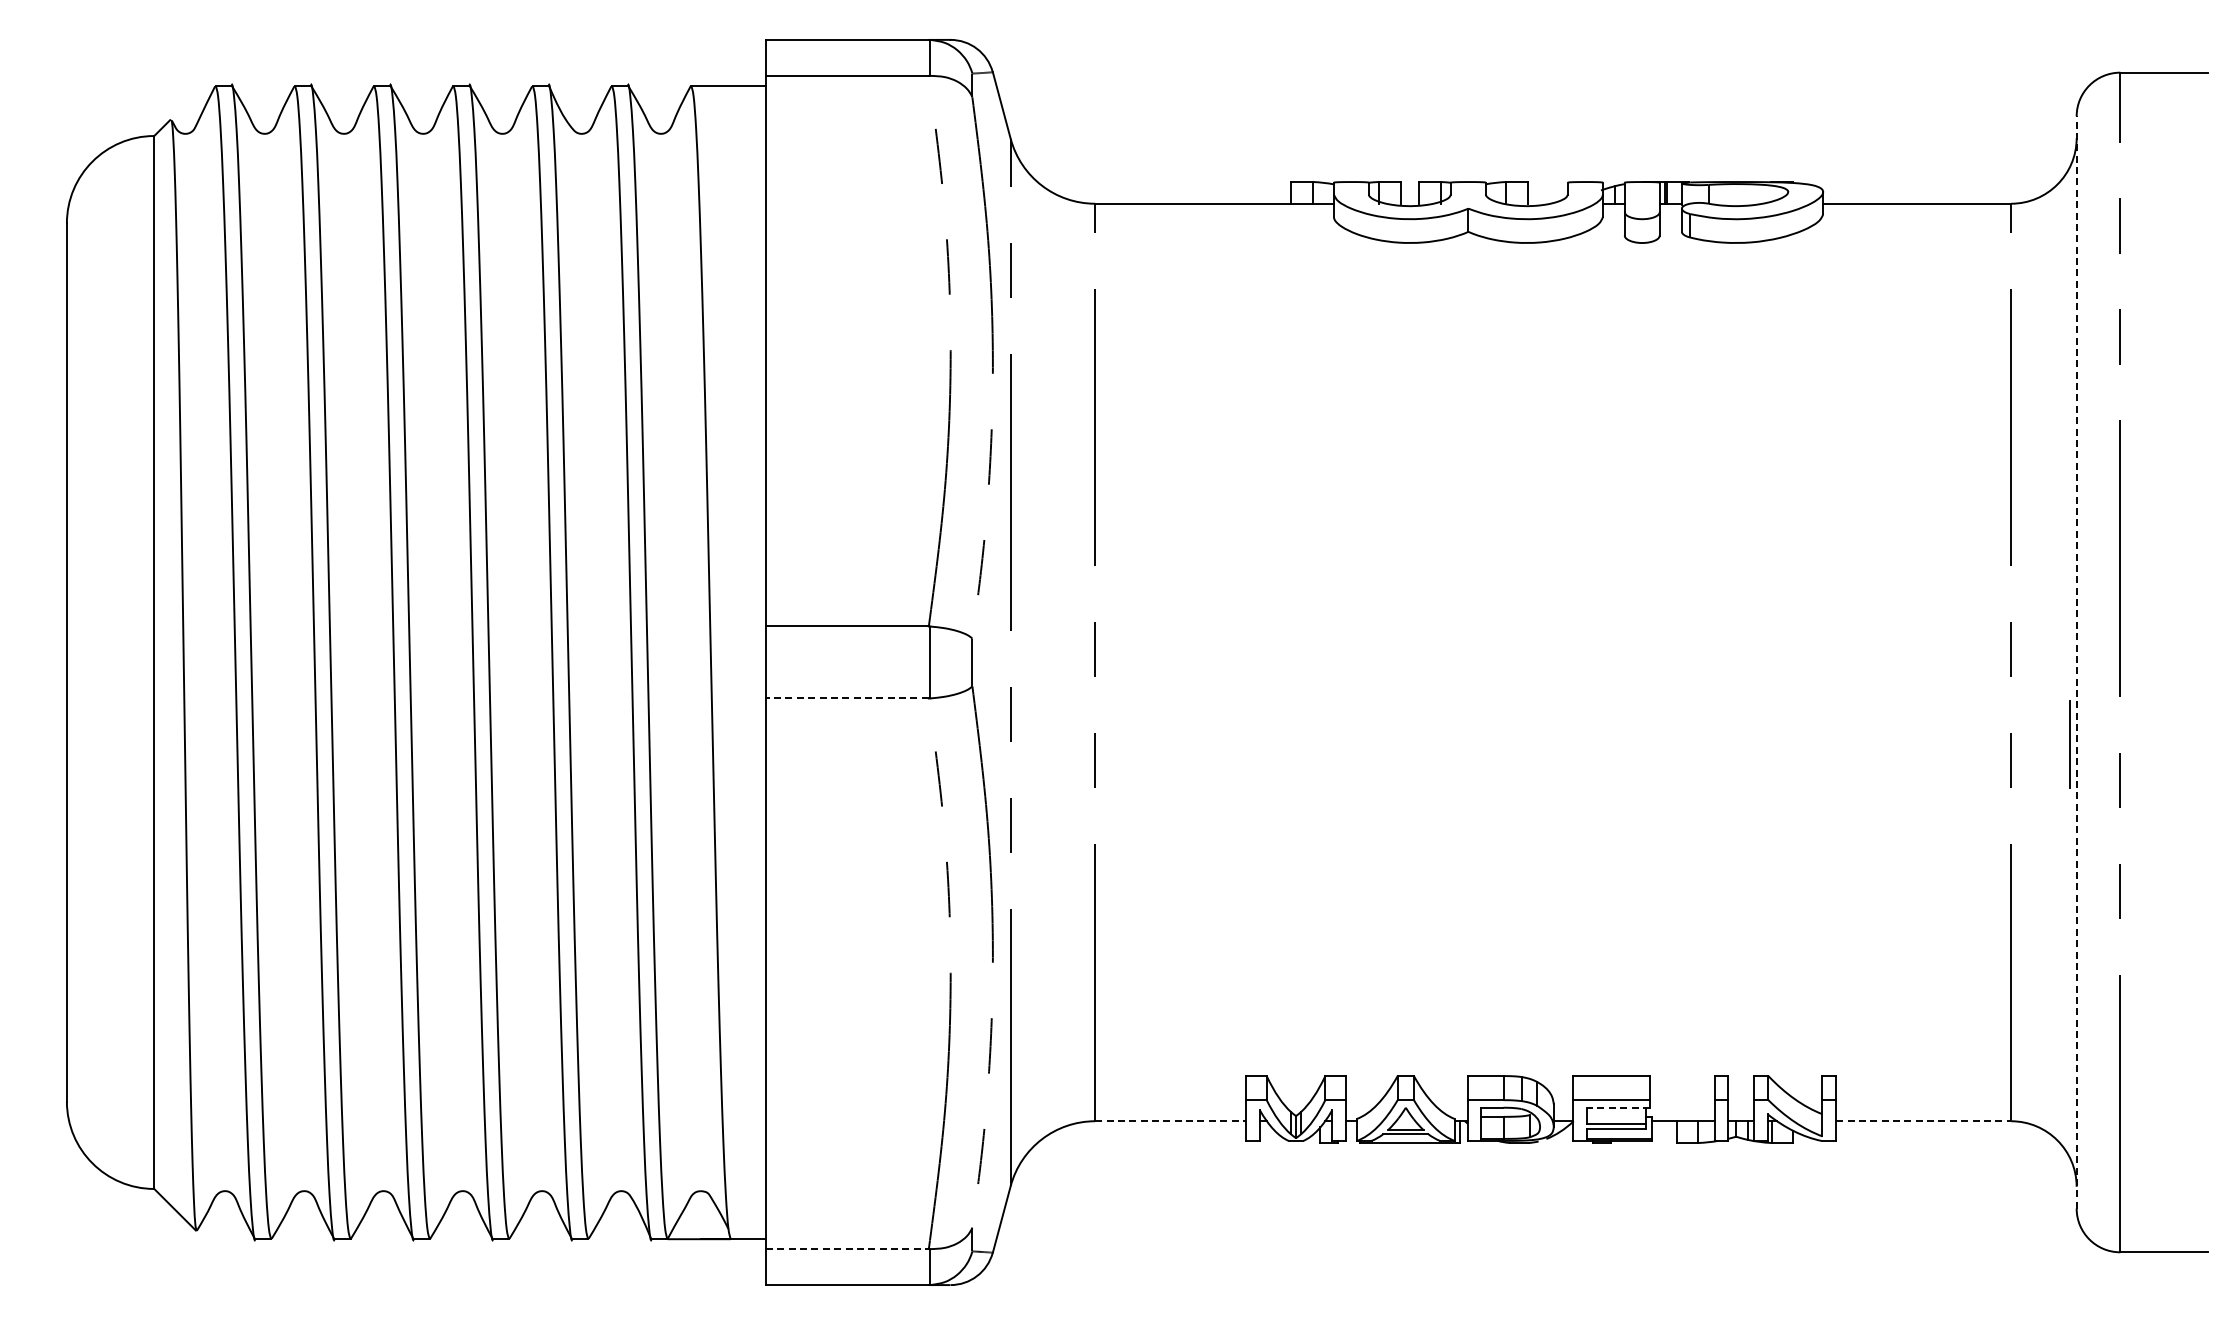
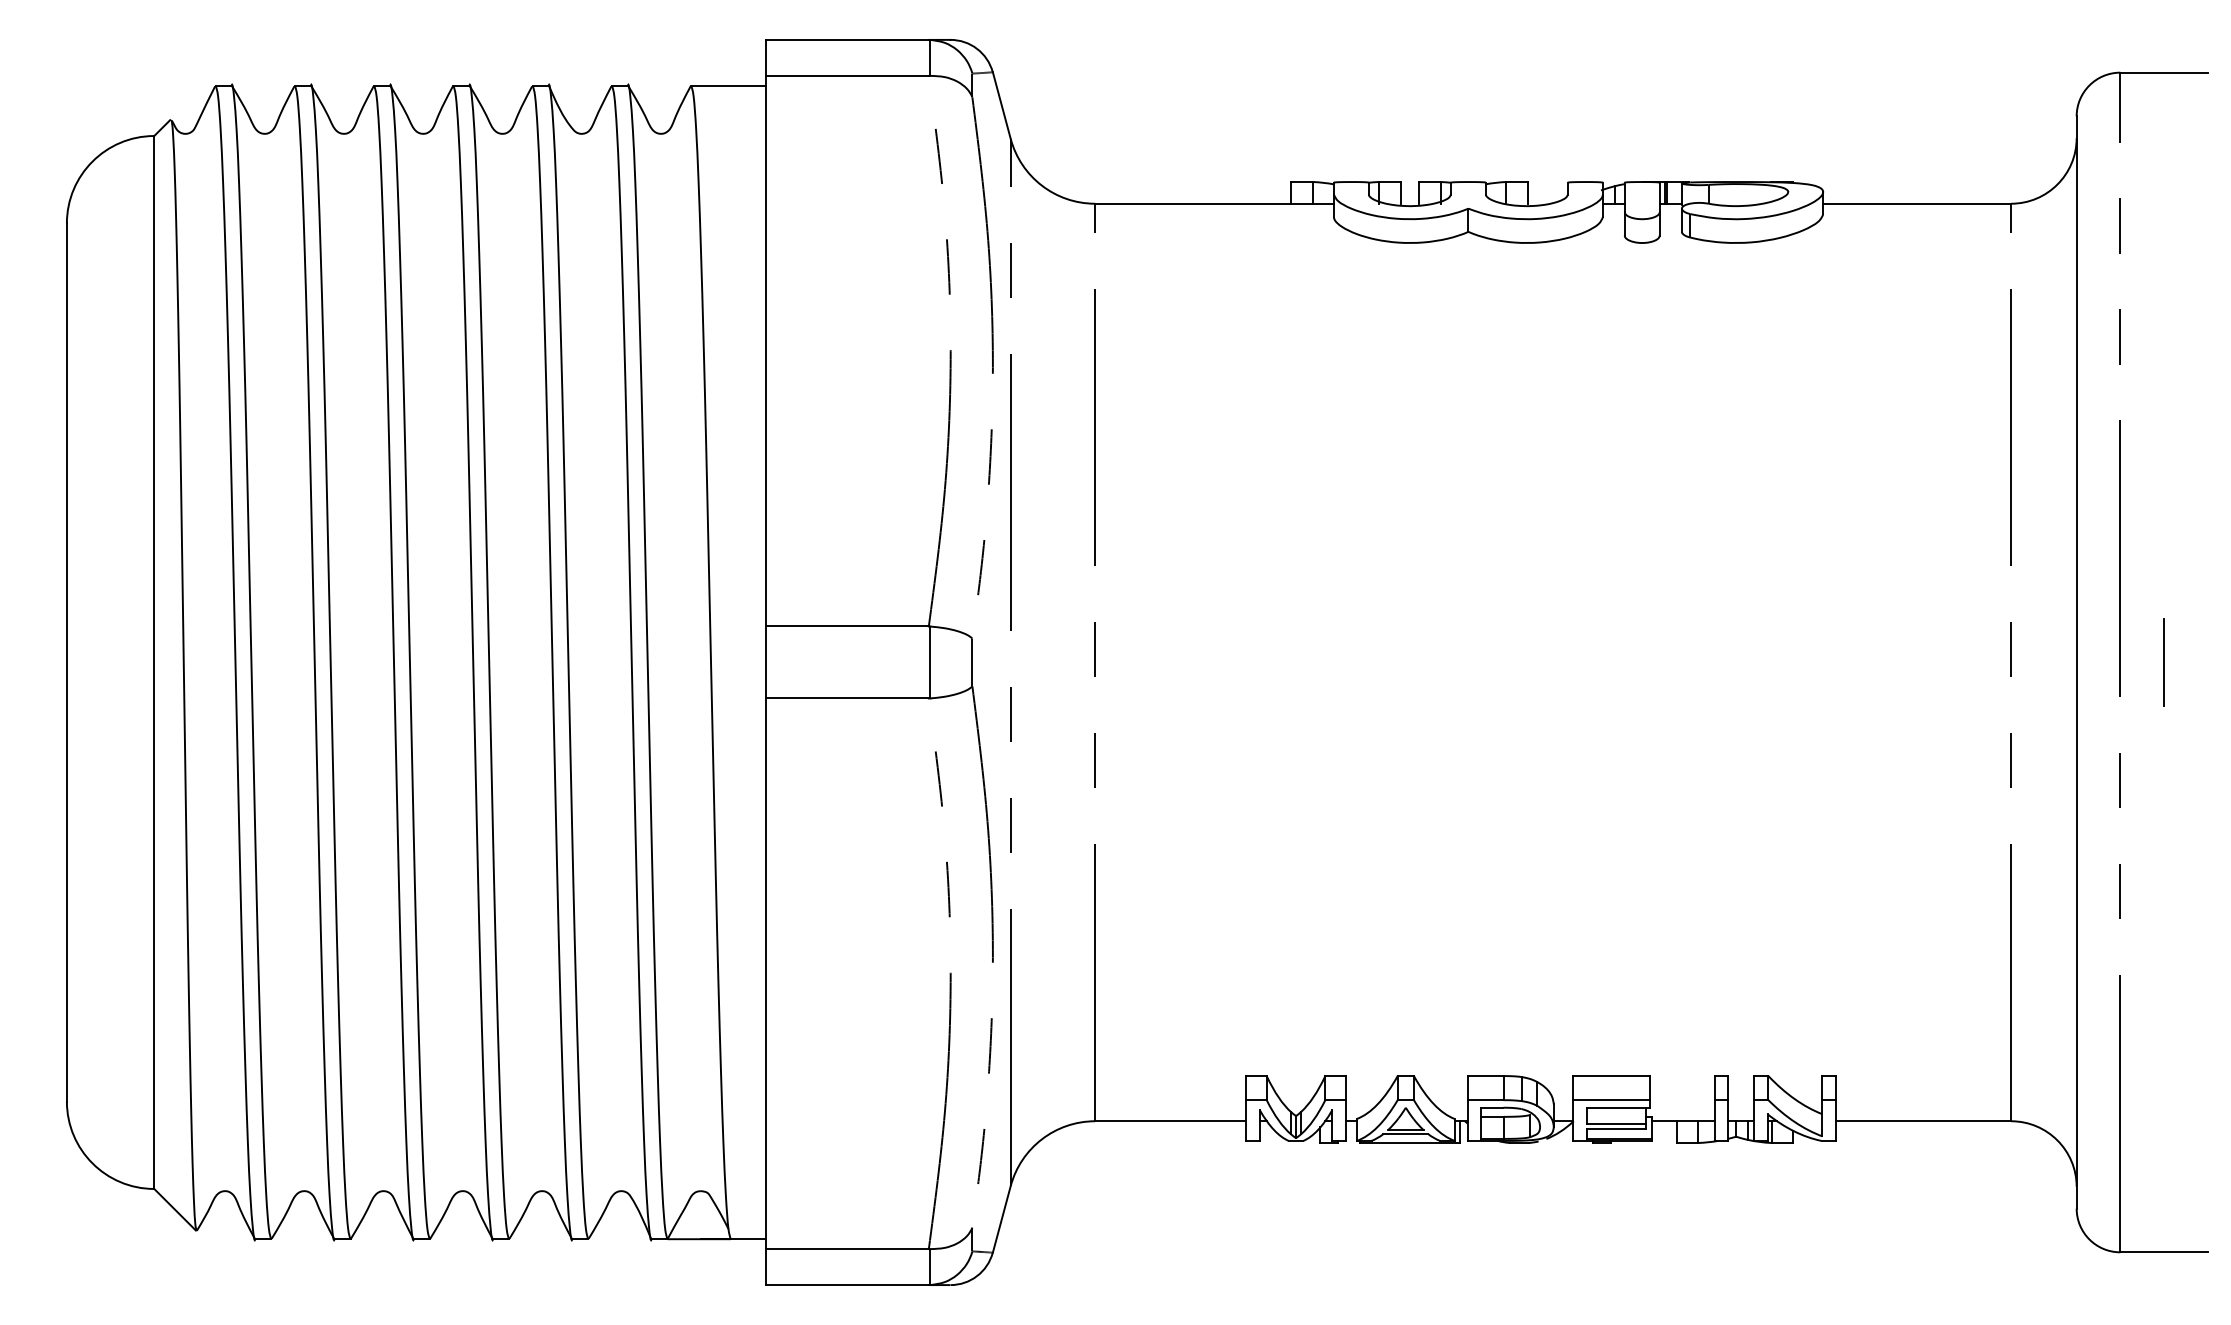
line at (2076, 662): dashed -> solid
line at (846, 698): dashed -> solid
line at (2069, 744) position: (2069, 744) -> (2163, 662)
line at (1618, 1107): dashed -> solid
line at (1171, 1121): dashed -> solid
line at (1924, 1121): dashed -> solid
line at (847, 1249): dashed -> solid
